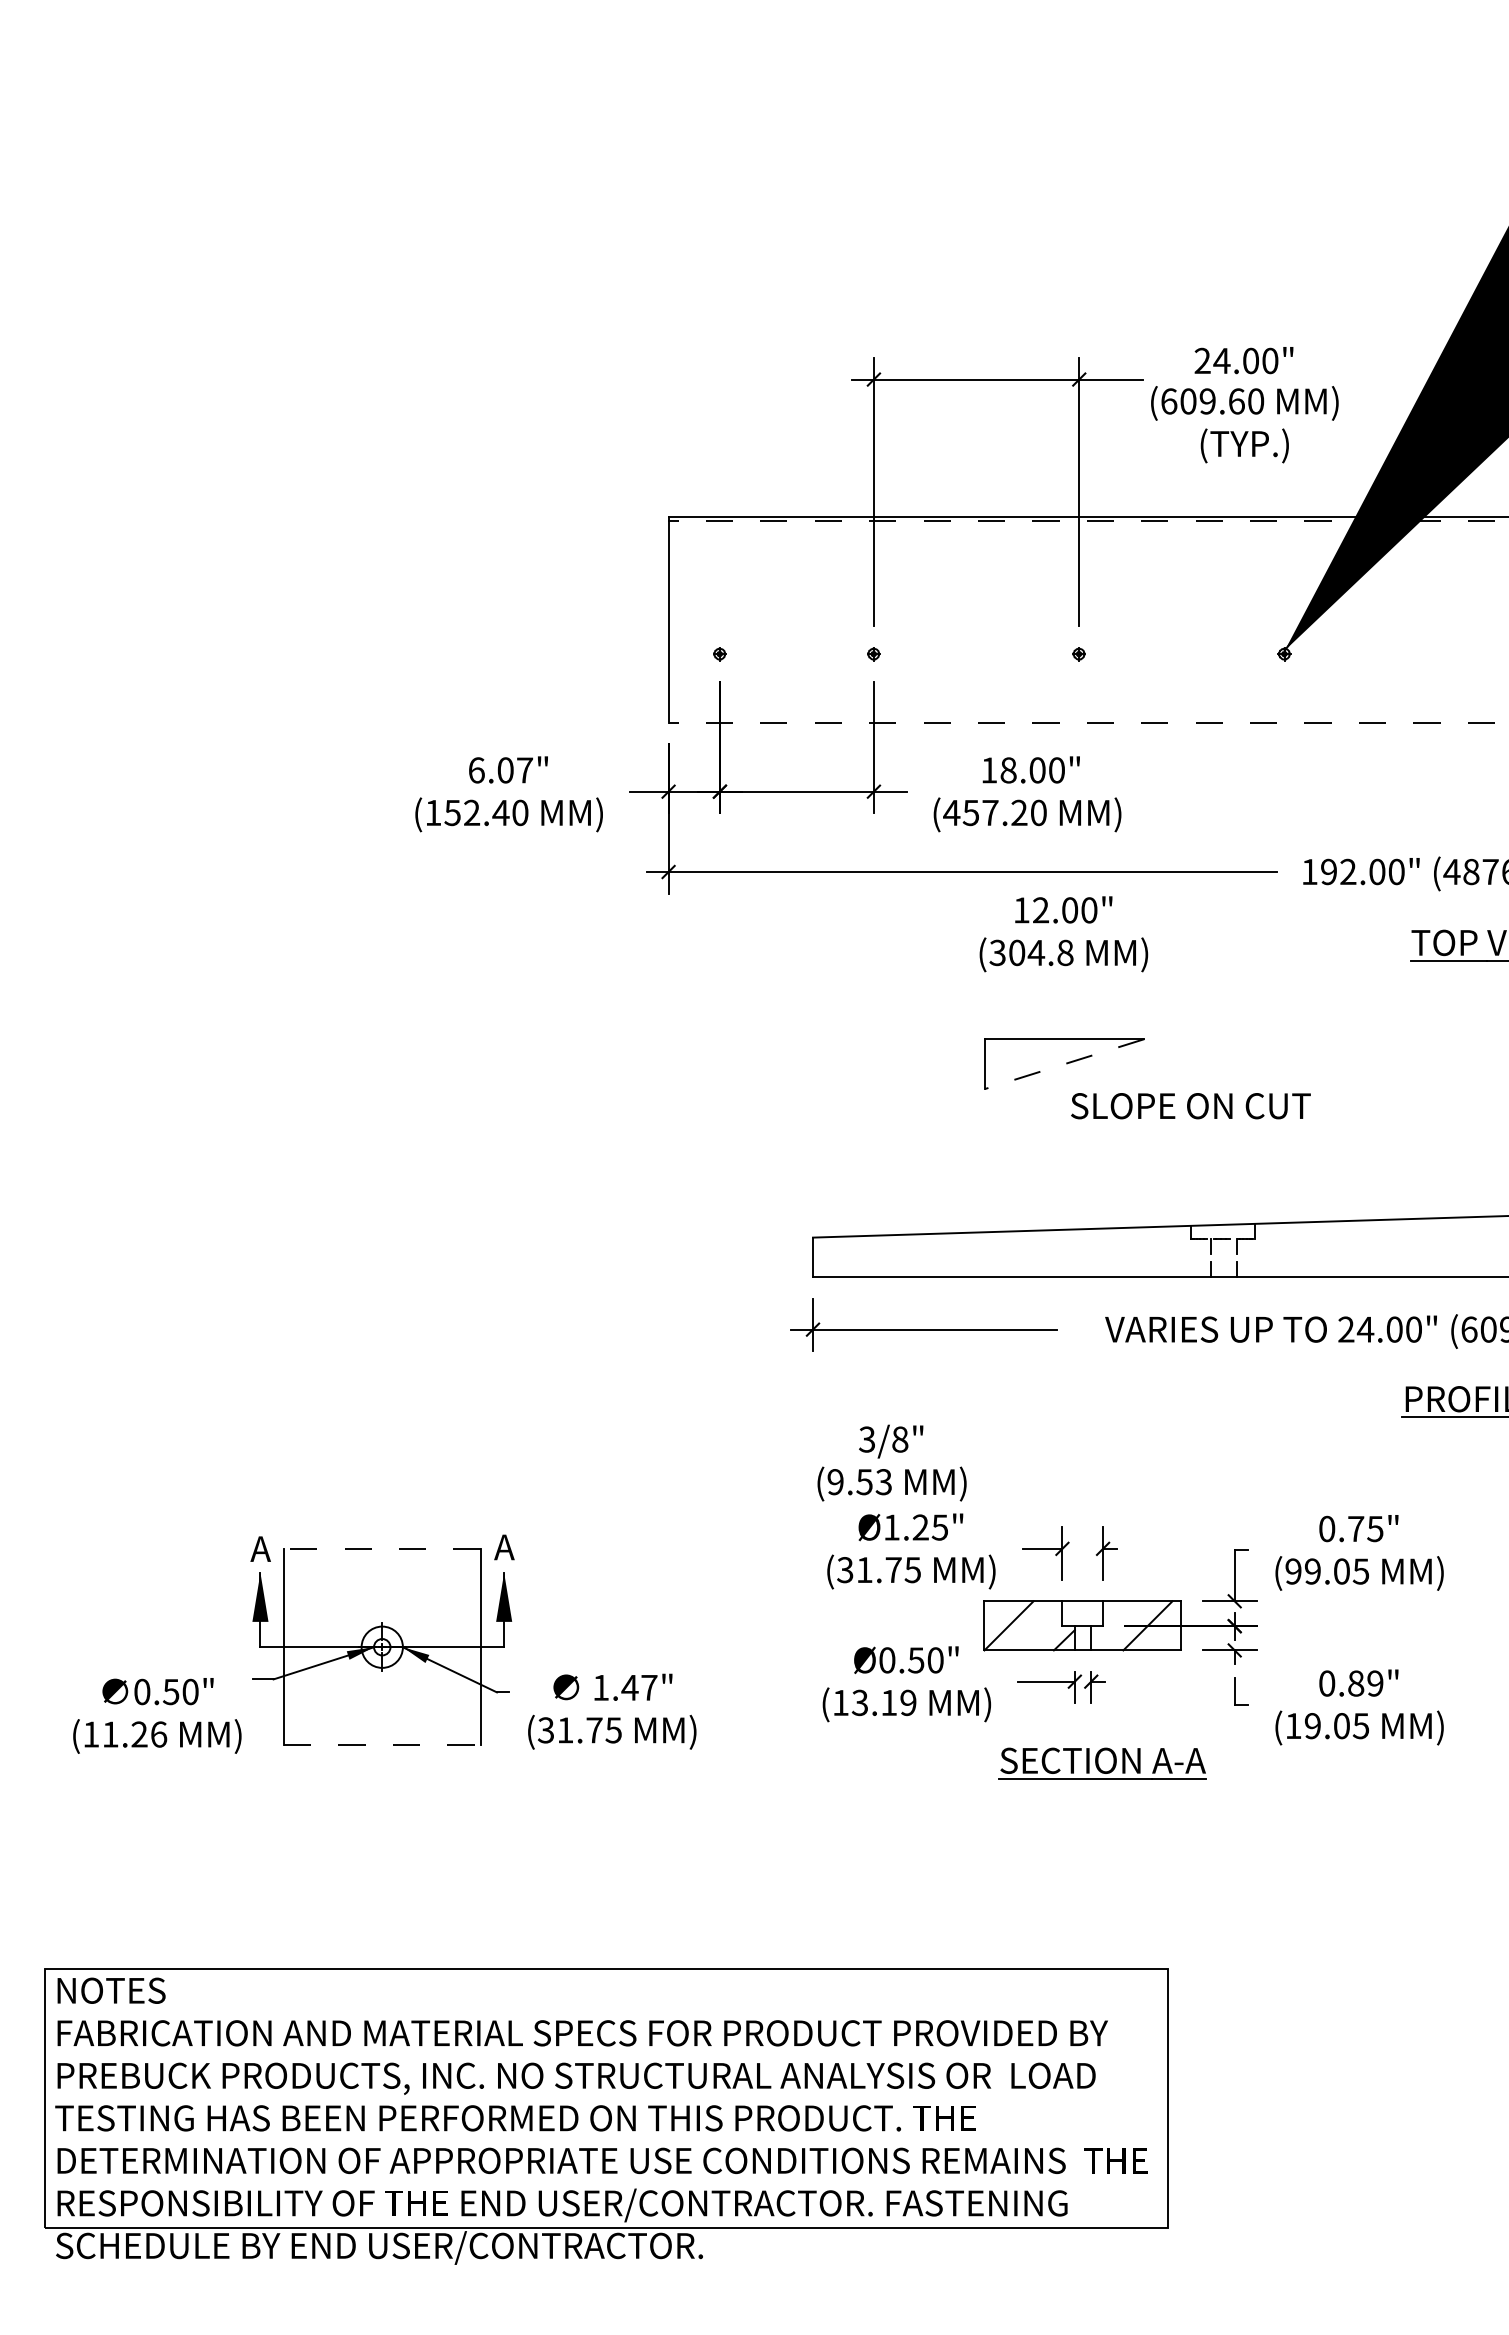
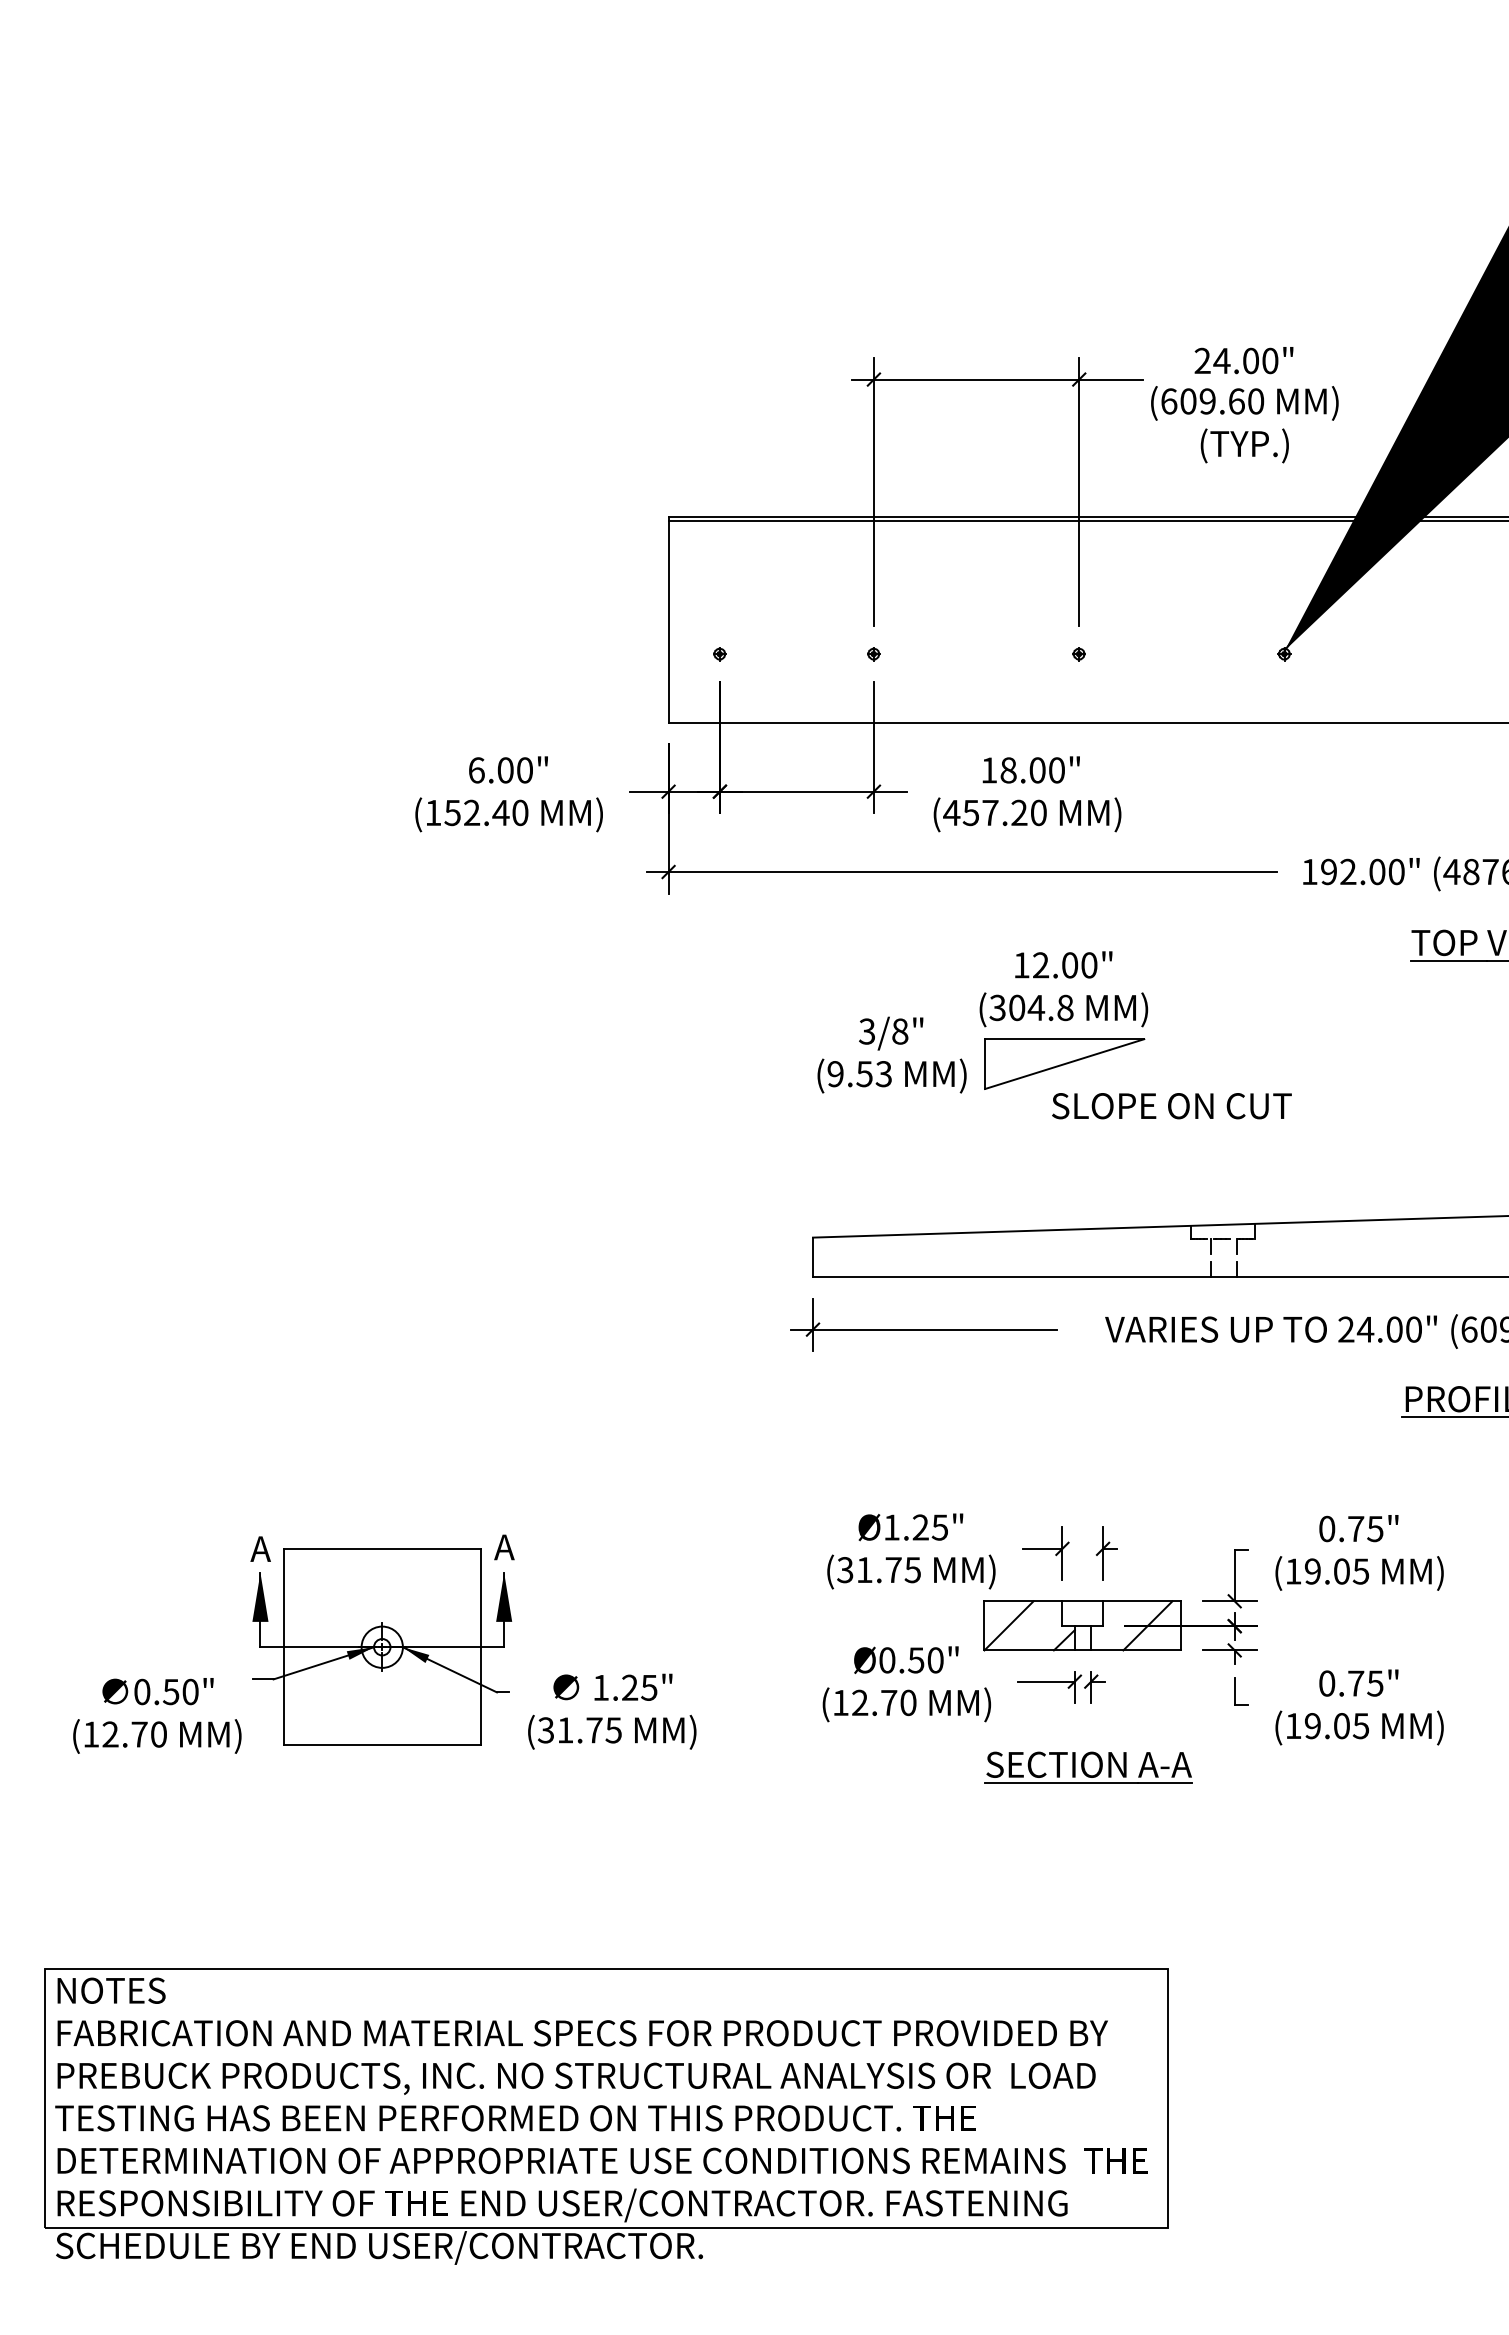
line at (1088, 521): dashed -> solid
line at (1088, 722): dashed -> solid
text at (525, 770): 6.07" -> 6.00"
text at (1063, 934) position: (1063, 934) -> (1063, 989)
line at (1064, 1064): dashed -> solid
text at (1190, 1106) position: (1190, 1106) -> (1171, 1106)
text at (891, 1462) position: (891, 1462) -> (891, 1054)
line at (381, 1548): dashed -> solid
text at (1293, 1571): (99.05 -> (19.05
text at (1365, 1683): 0.89" -> 0.75"
text at (639, 1687): 1.47" -> 1.25"
text at (883, 1702): (13.19 -> (12.70
text at (134, 1734): (11.26 -> (12.70
line at (382, 1745): dashed -> solid
part at (1102, 1763) position: (1102, 1763) -> (1088, 1767)
